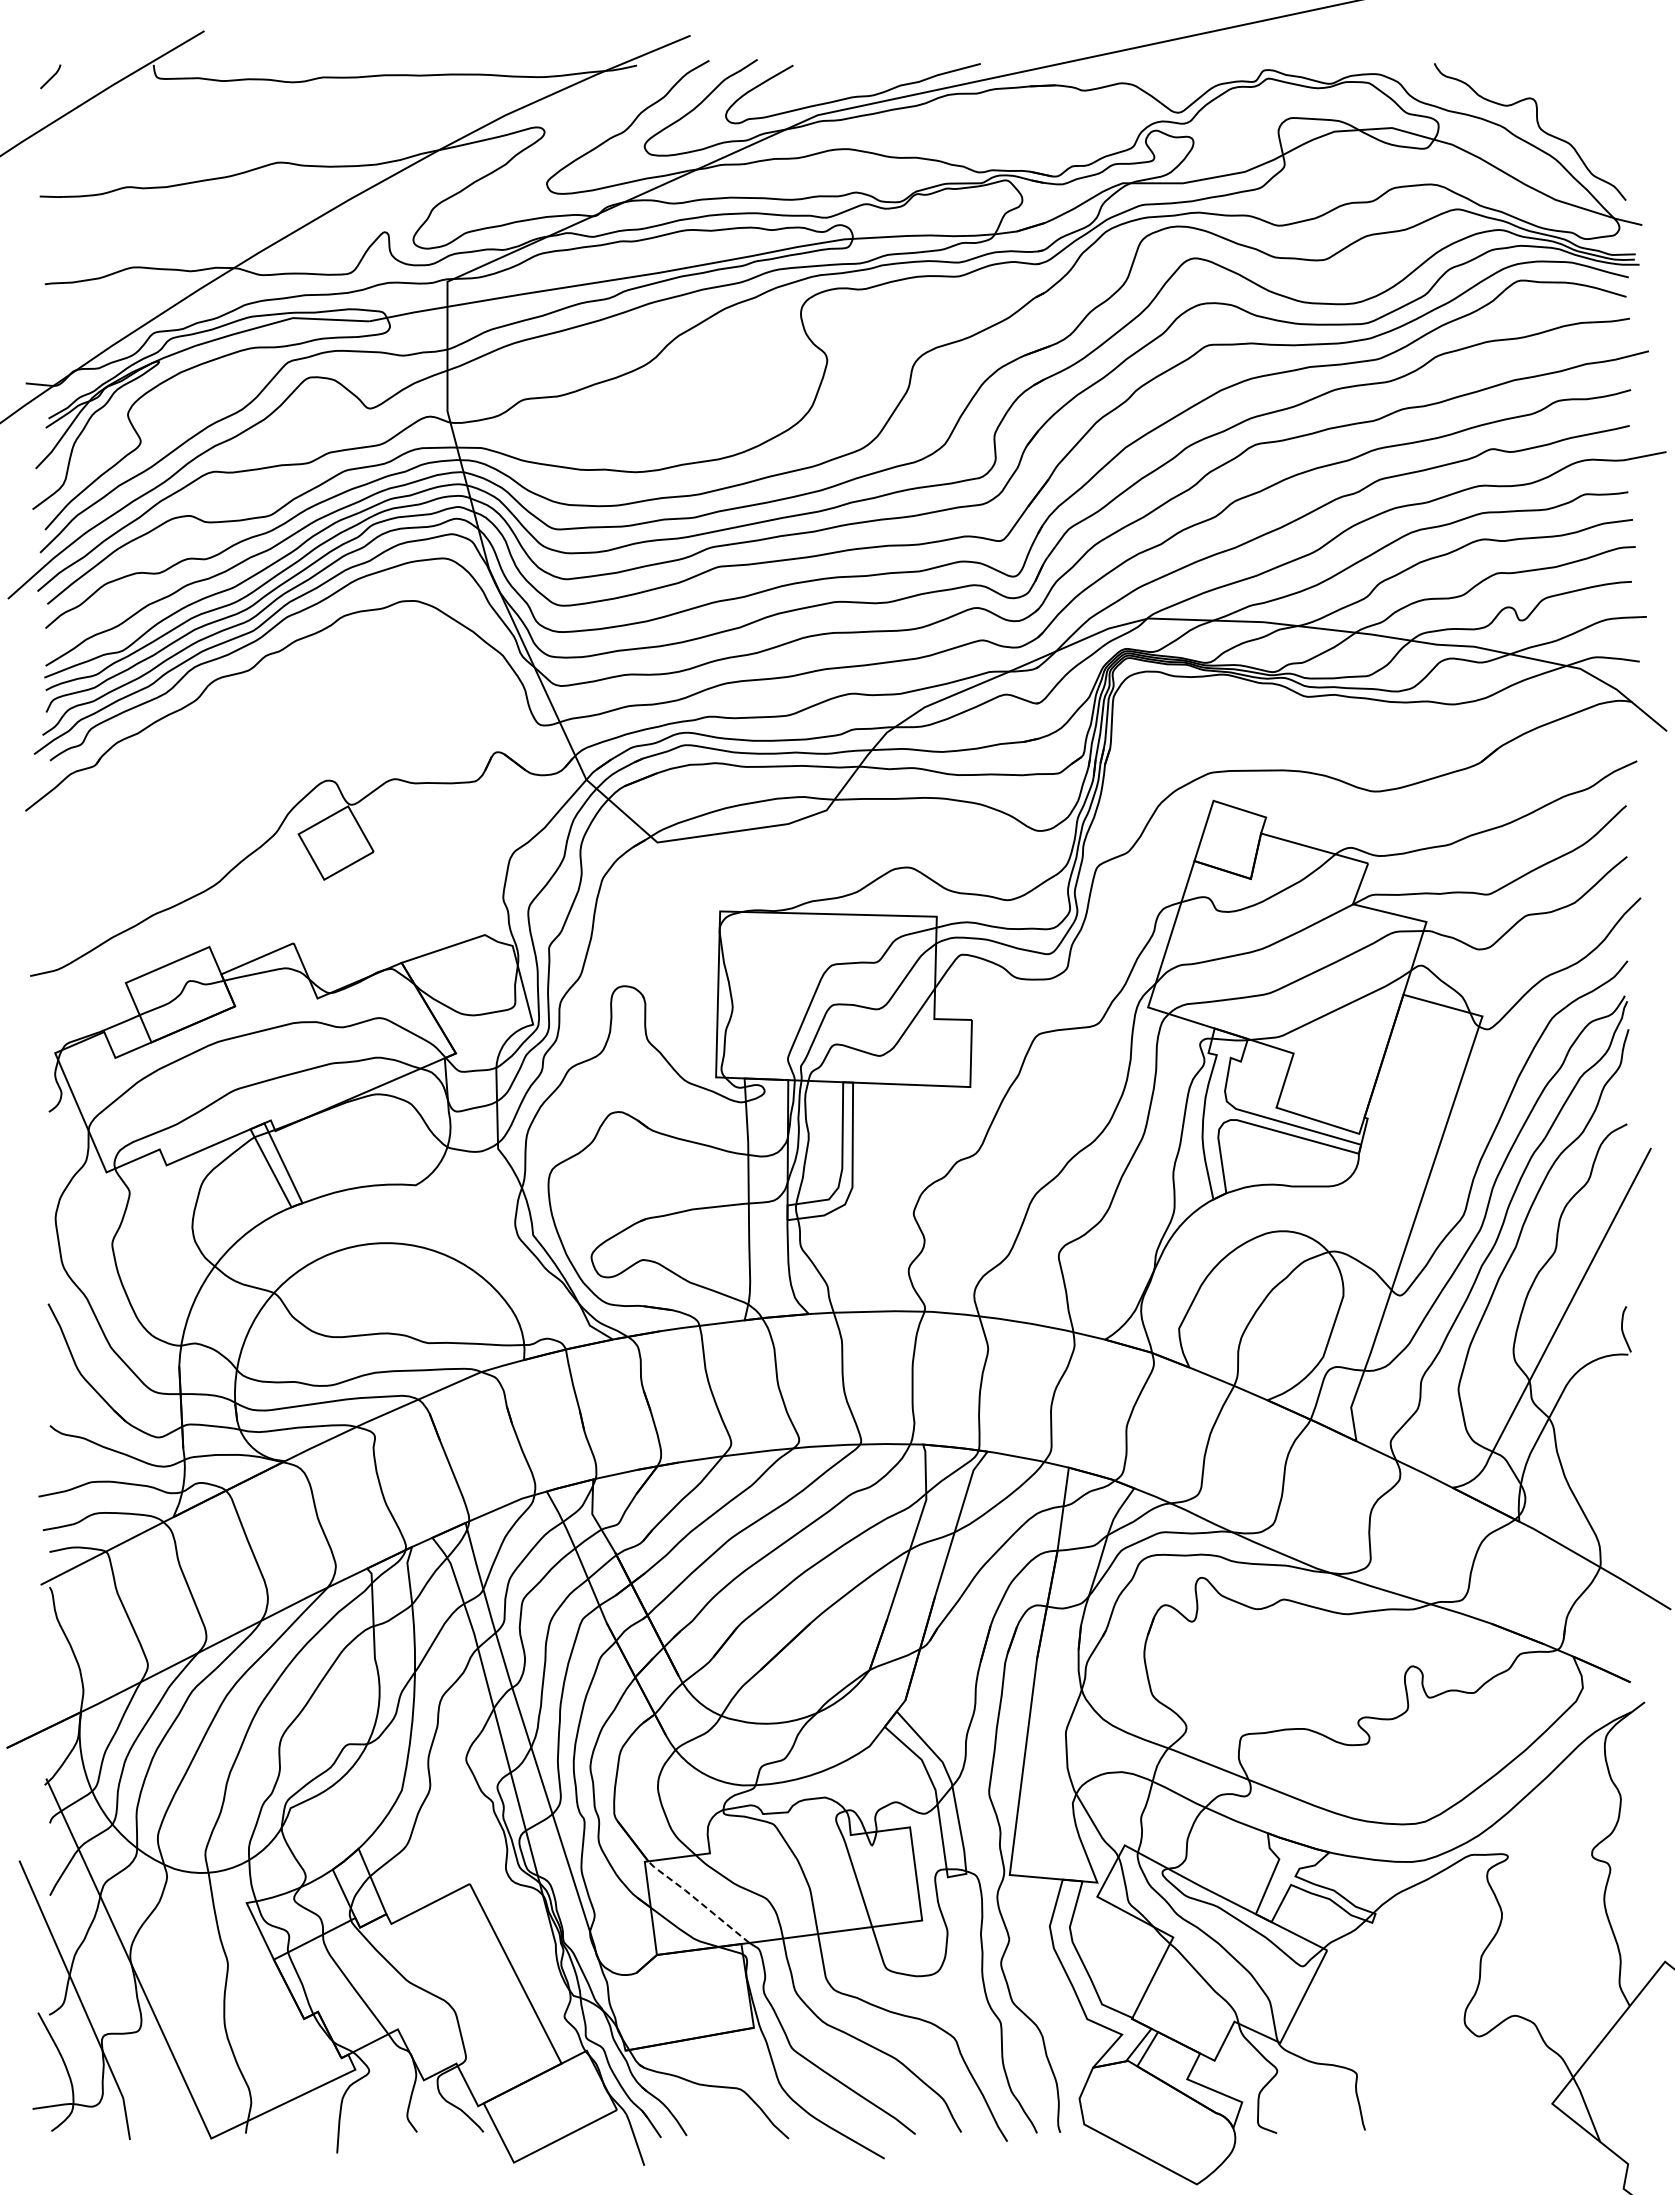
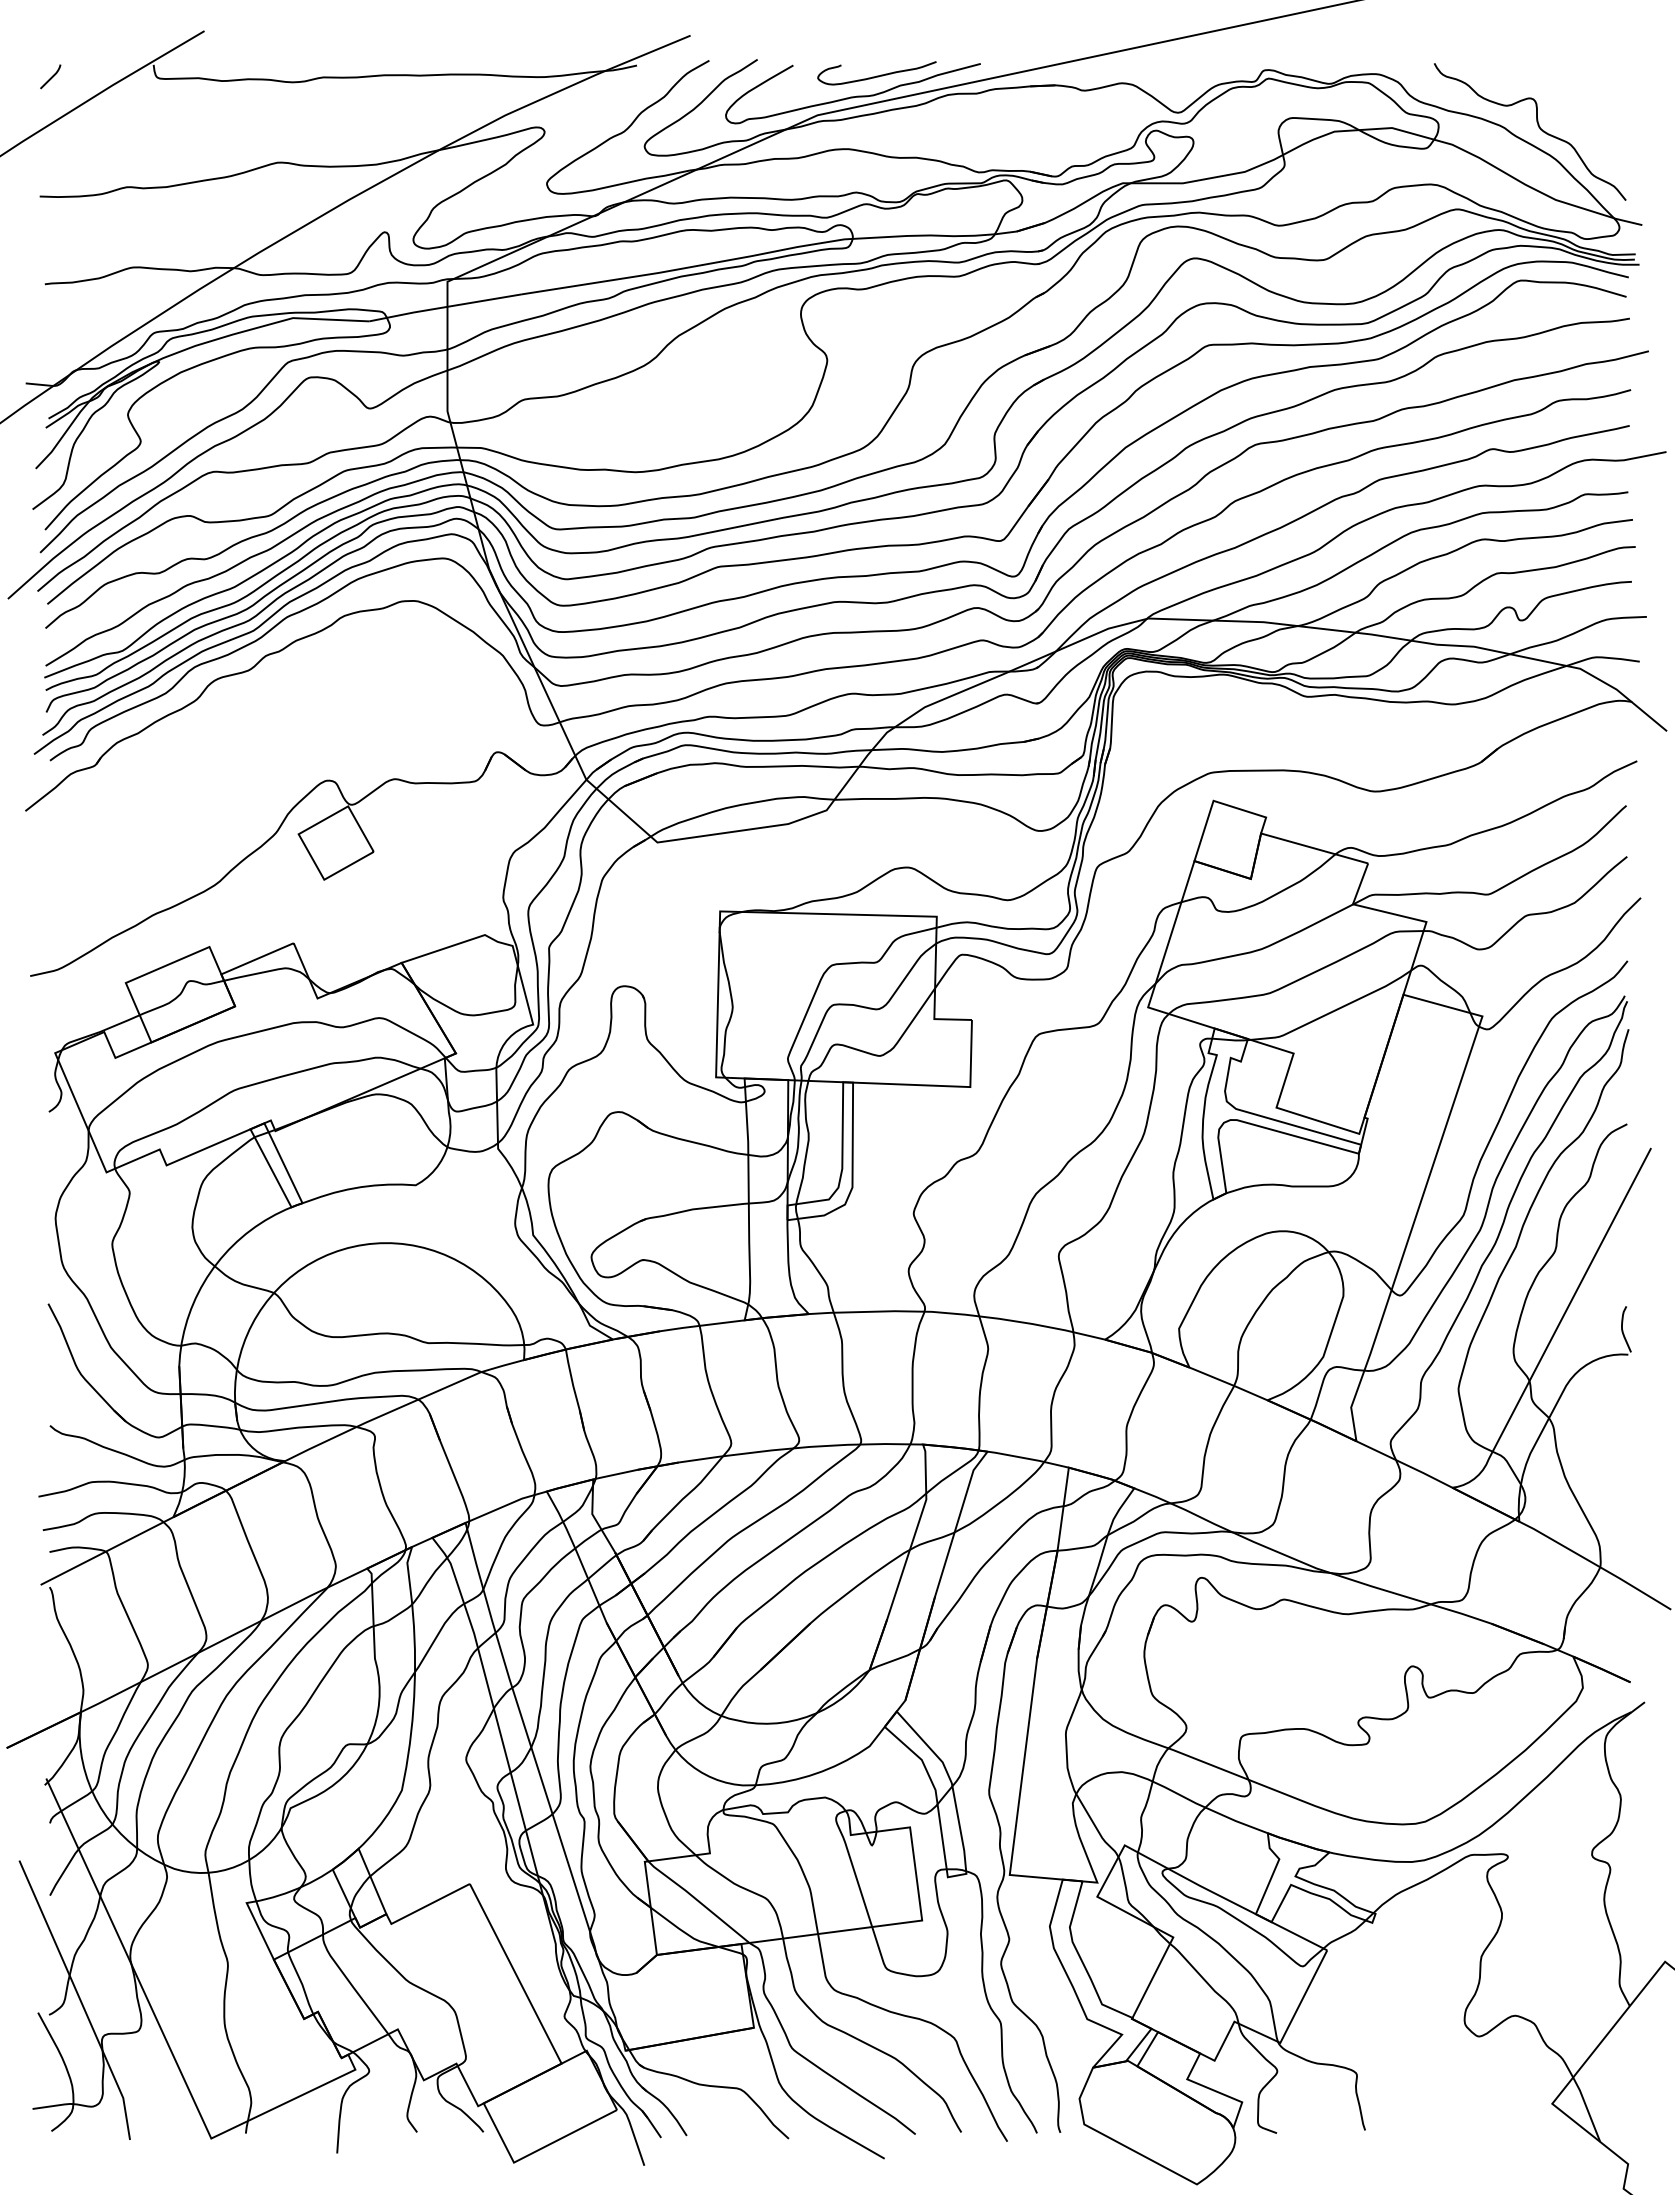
curve at (876, 75): none -> present
line at (697, 1900): dashed -> solid
